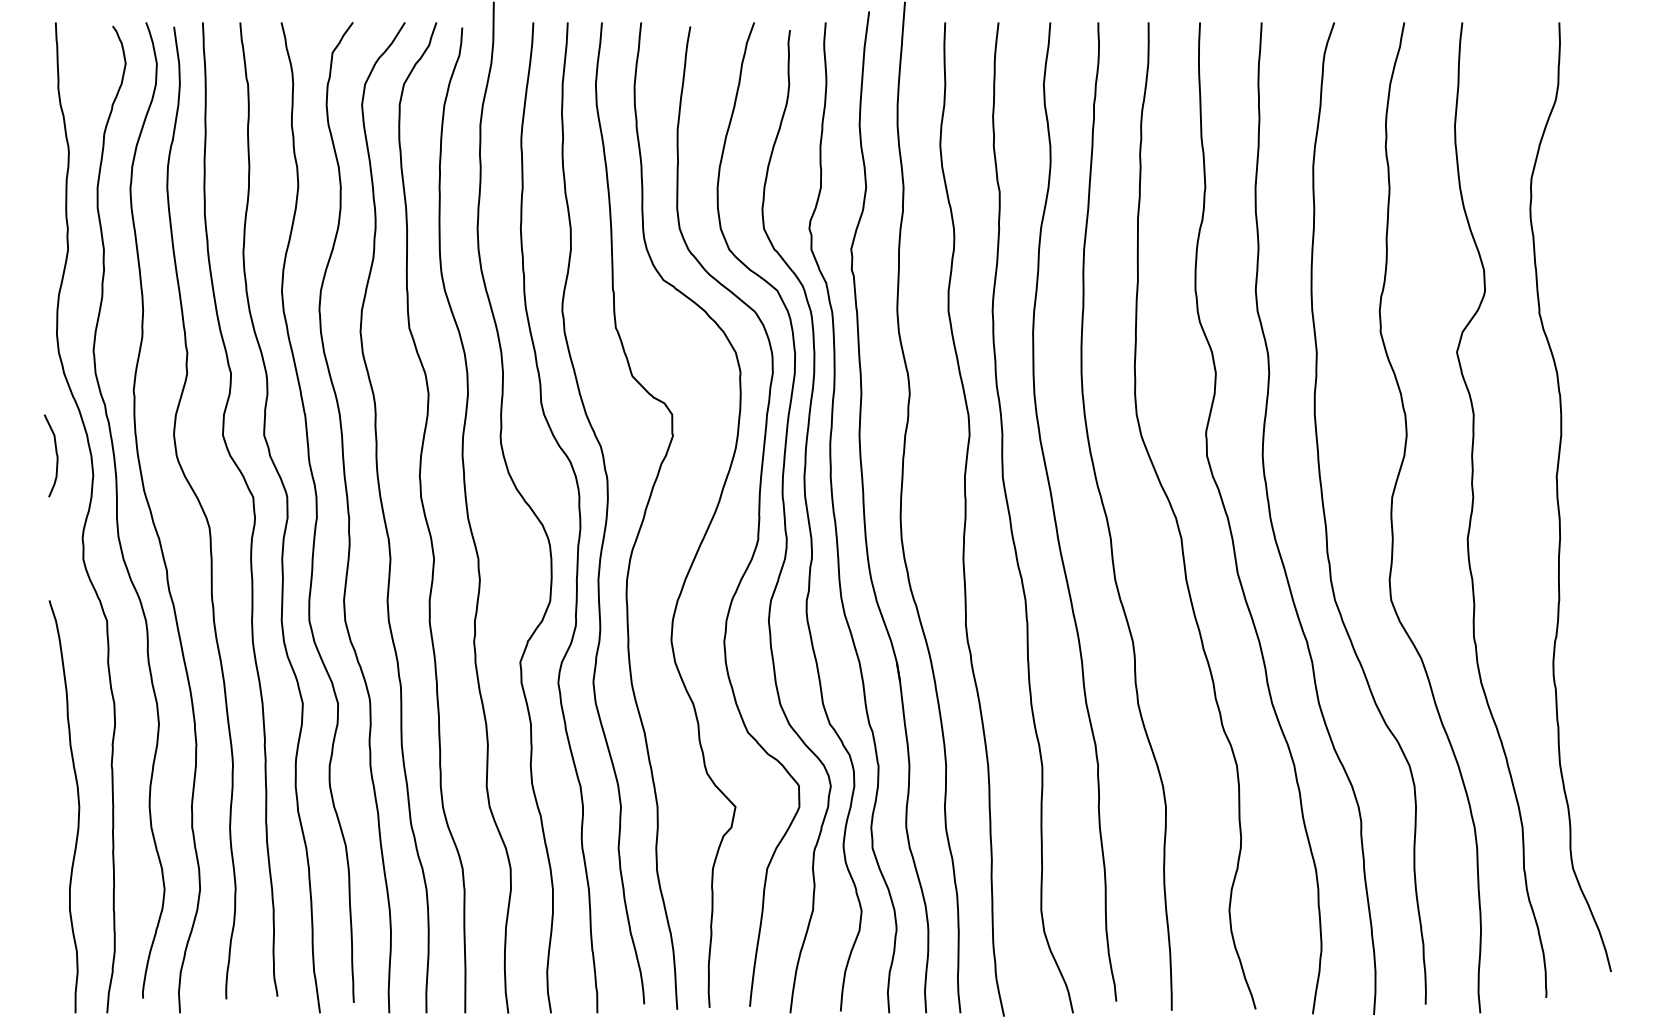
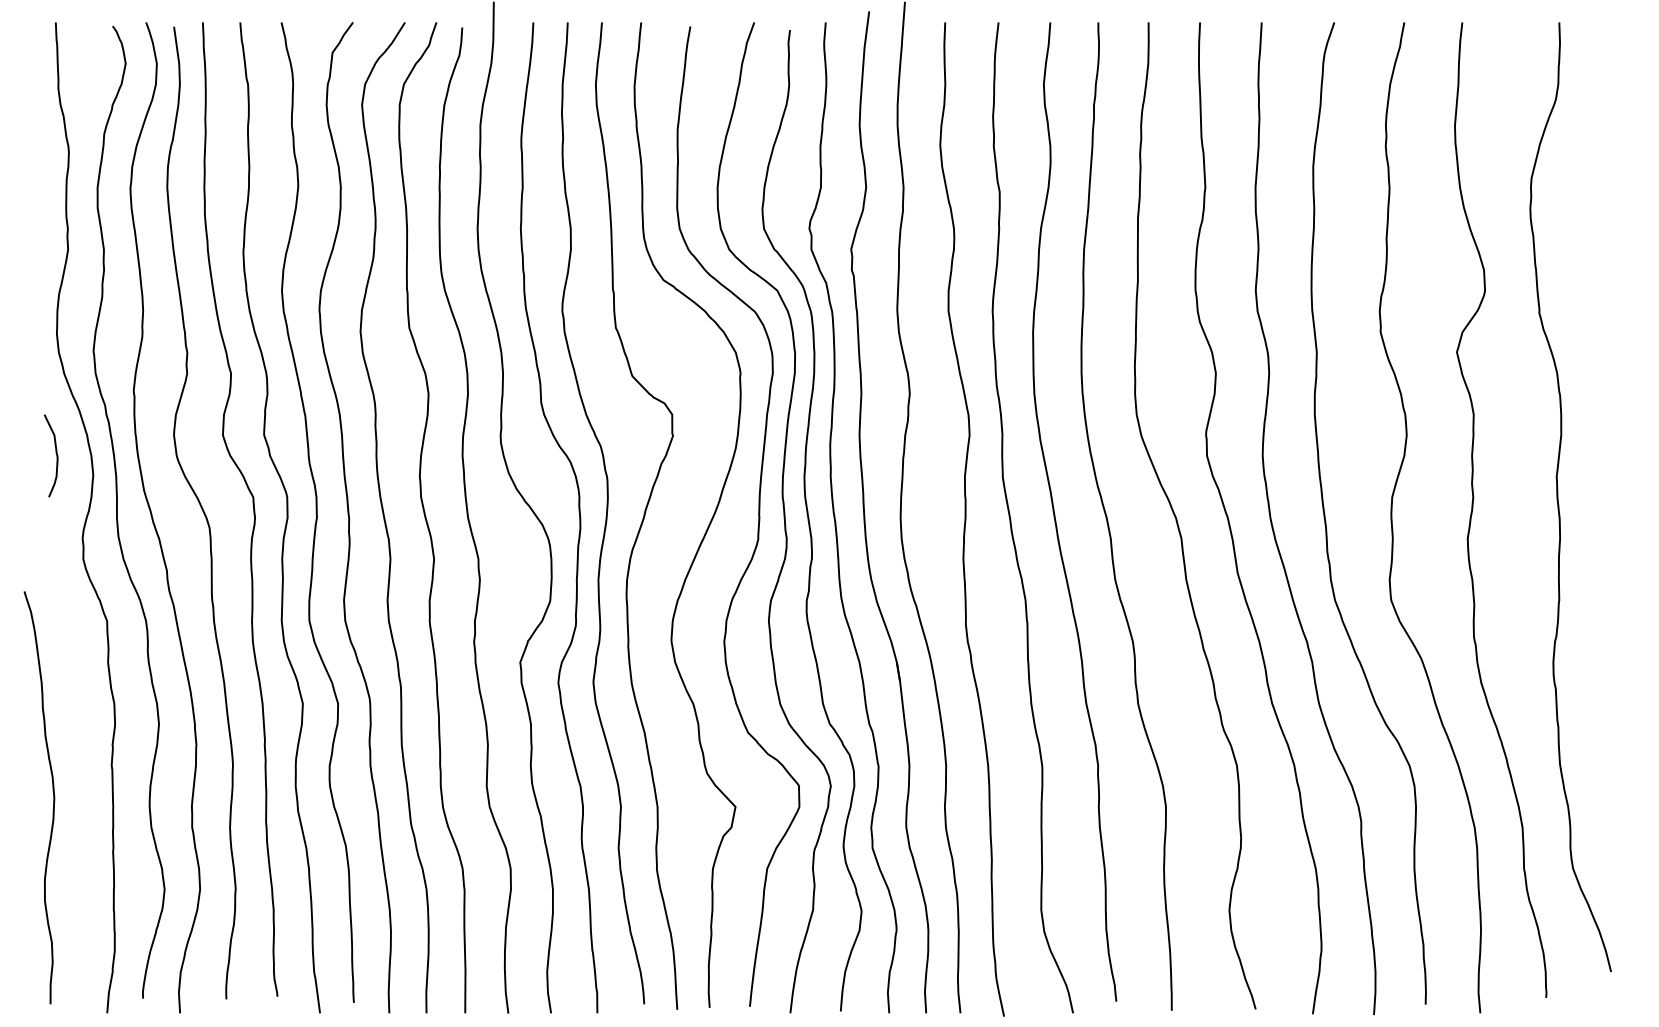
curve at (78, 806) position: (78, 806) -> (53, 797)
